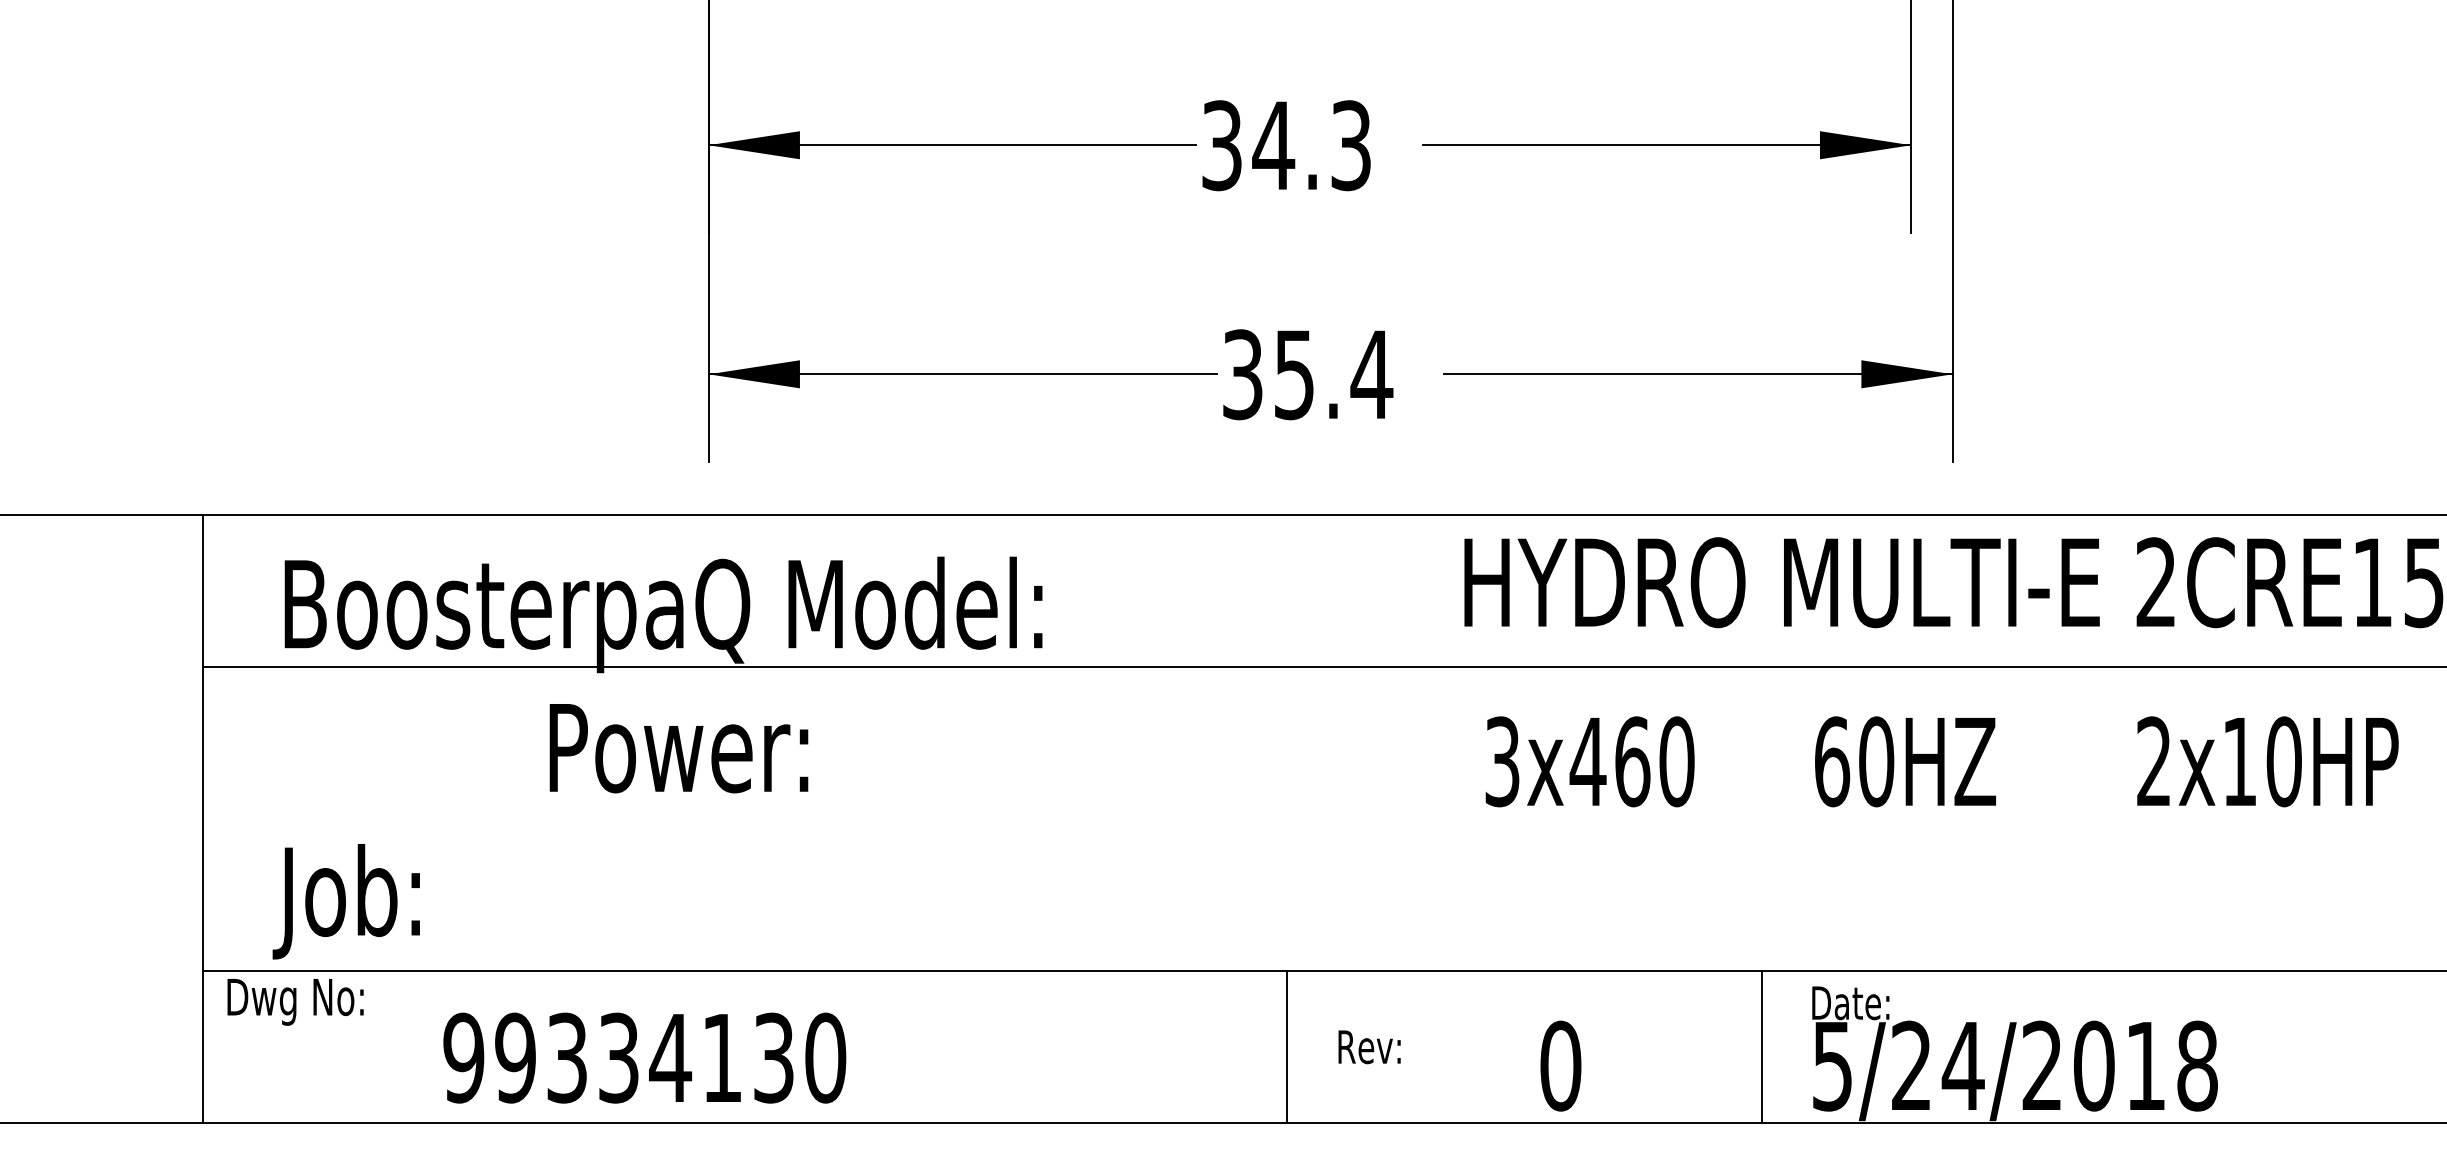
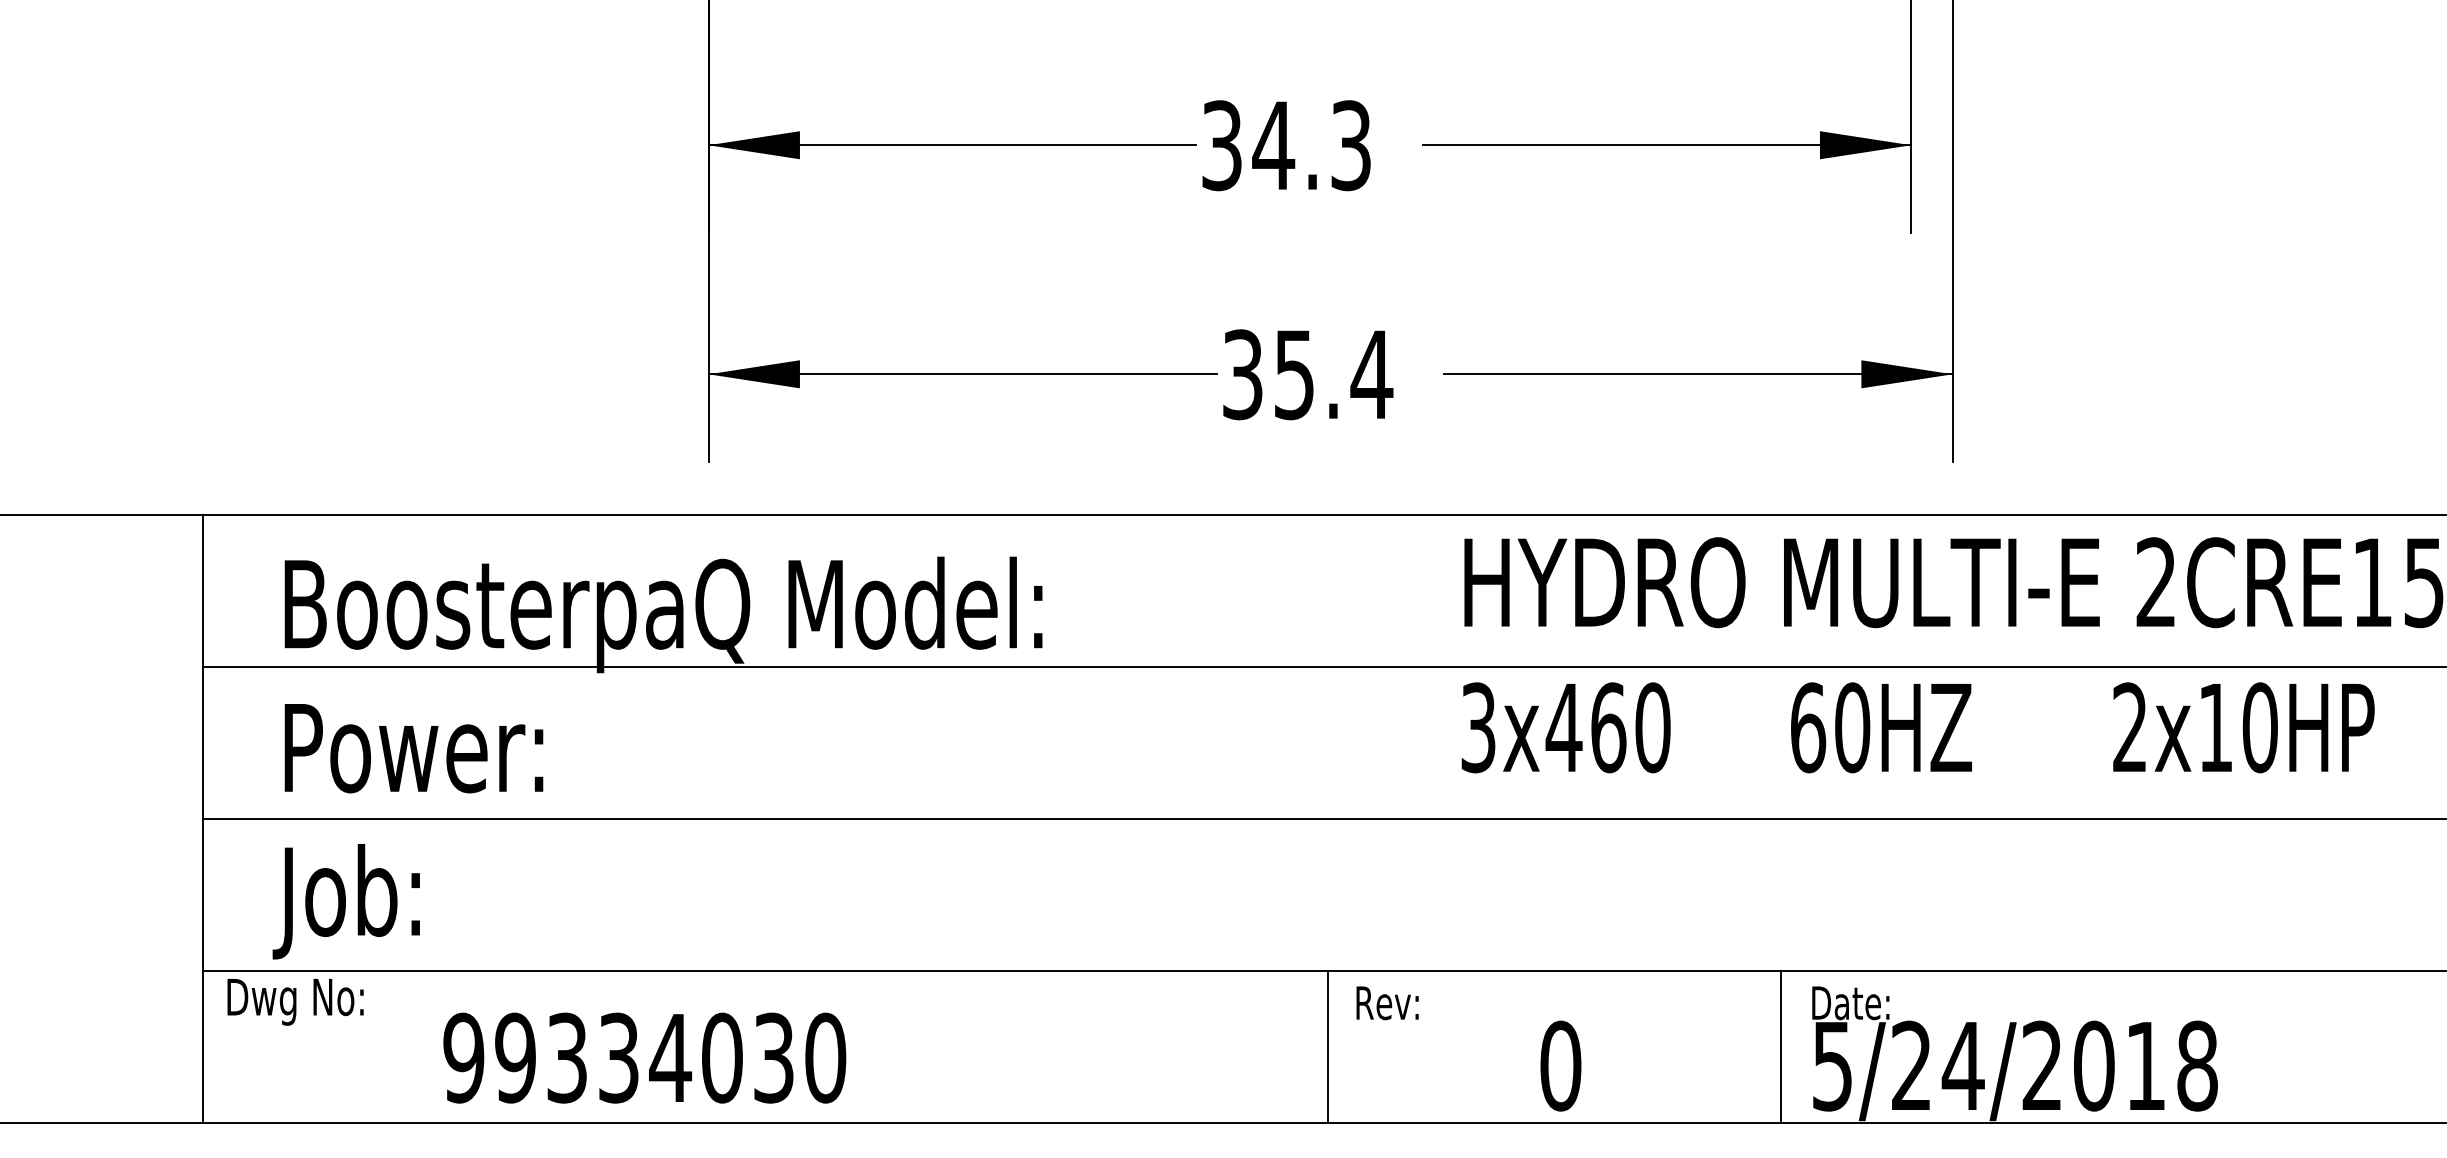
text at (678, 748) position: (678, 748) -> (413, 748)
text at (1941, 761) position: (1941, 761) -> (1917, 727)
line at (1322, 819): none -> present
line at (1287, 1047) position: (1287, 1047) -> (1328, 1047)
text at (1369, 1047) position: (1369, 1047) -> (1387, 1003)
line at (1762, 1047) position: (1762, 1047) -> (1781, 1047)
text at (722, 1057): 99334130 -> 99334030
